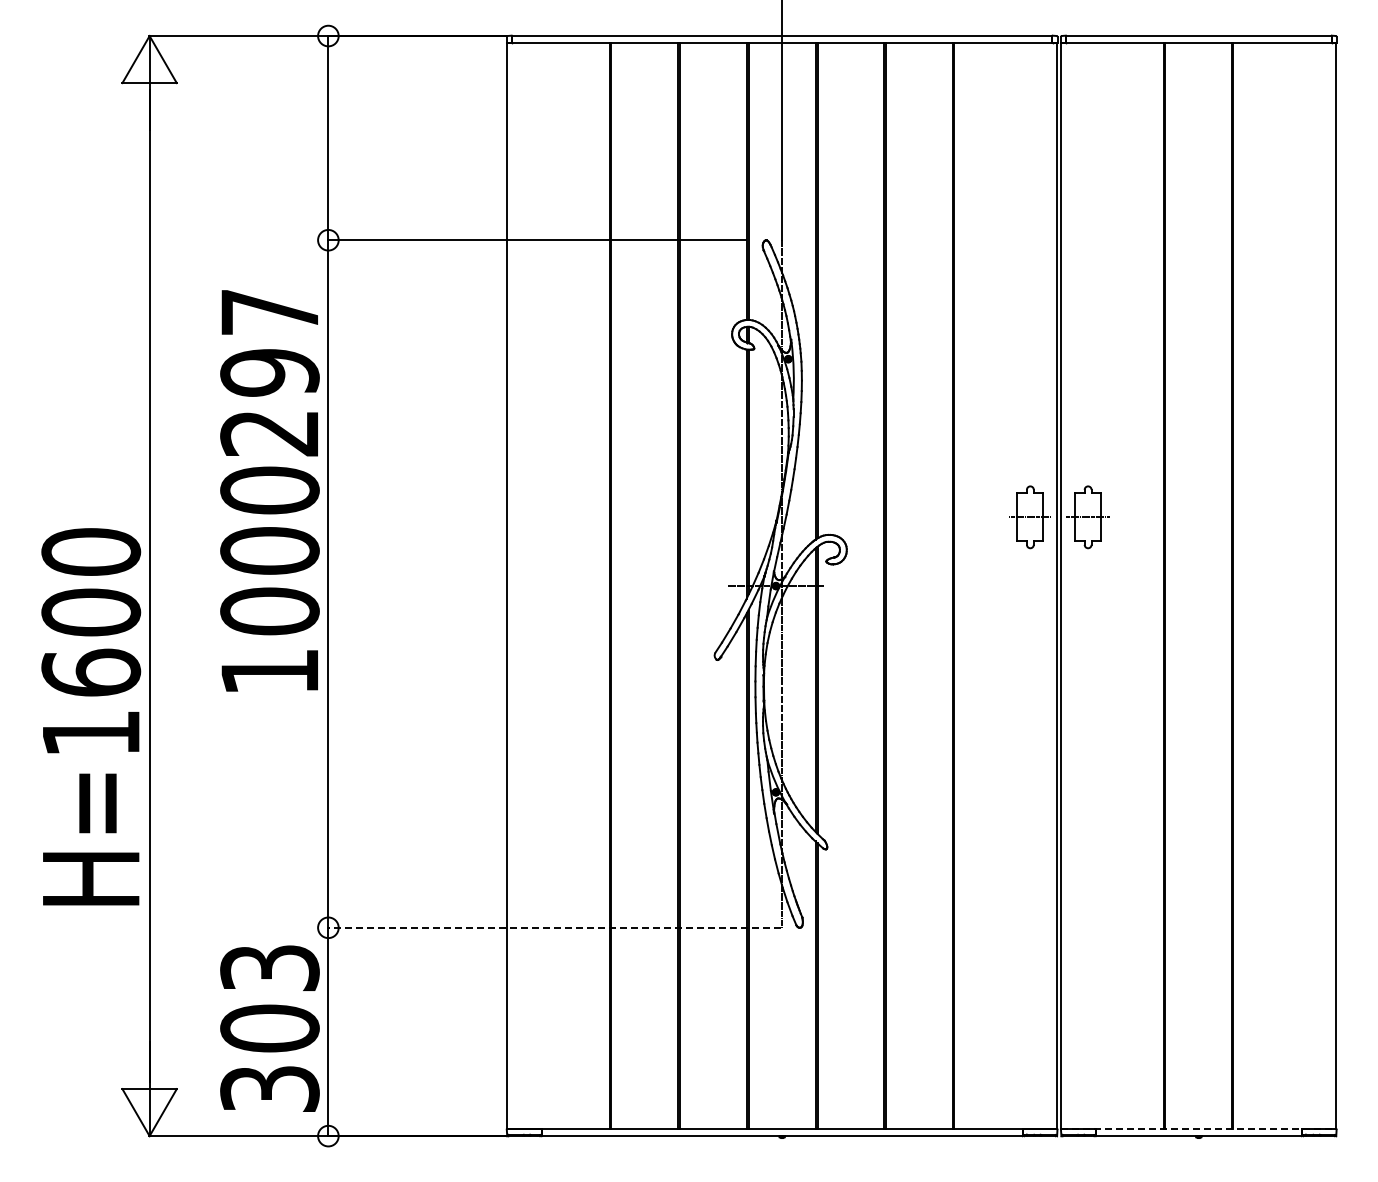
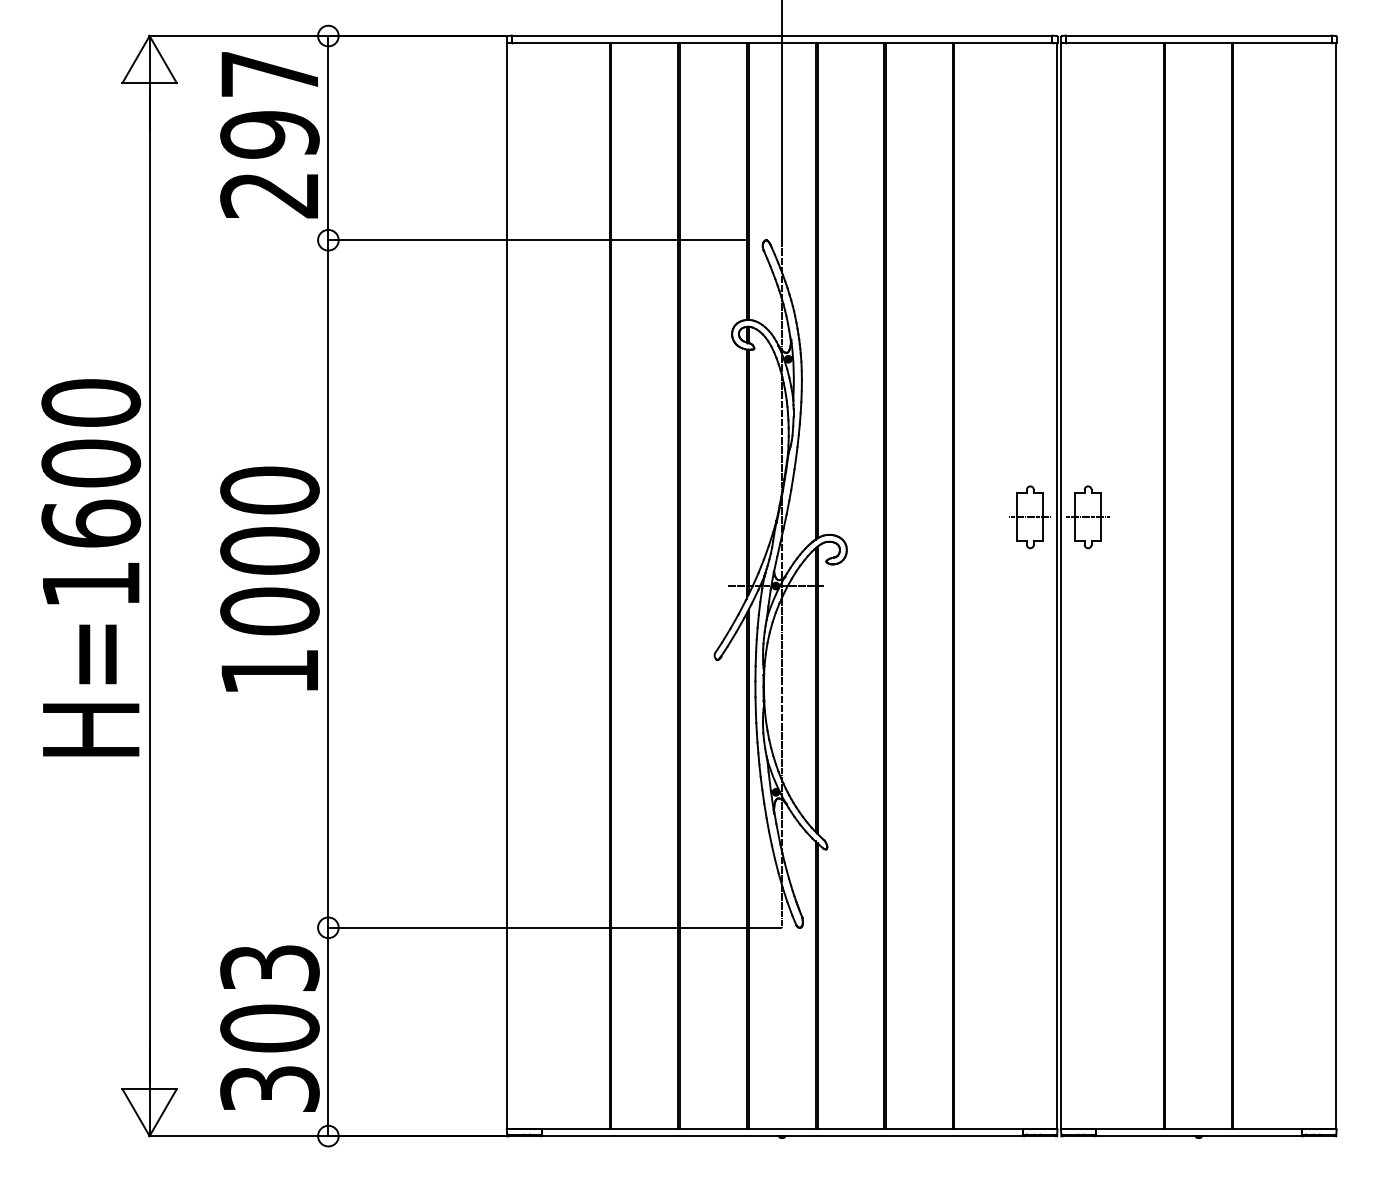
text at (269, 373) position: (269, 373) -> (269, 135)
text at (91, 716) position: (91, 716) -> (91, 567)
line at (554, 927): dashed -> solid
line at (1198, 1129): dashed -> solid
